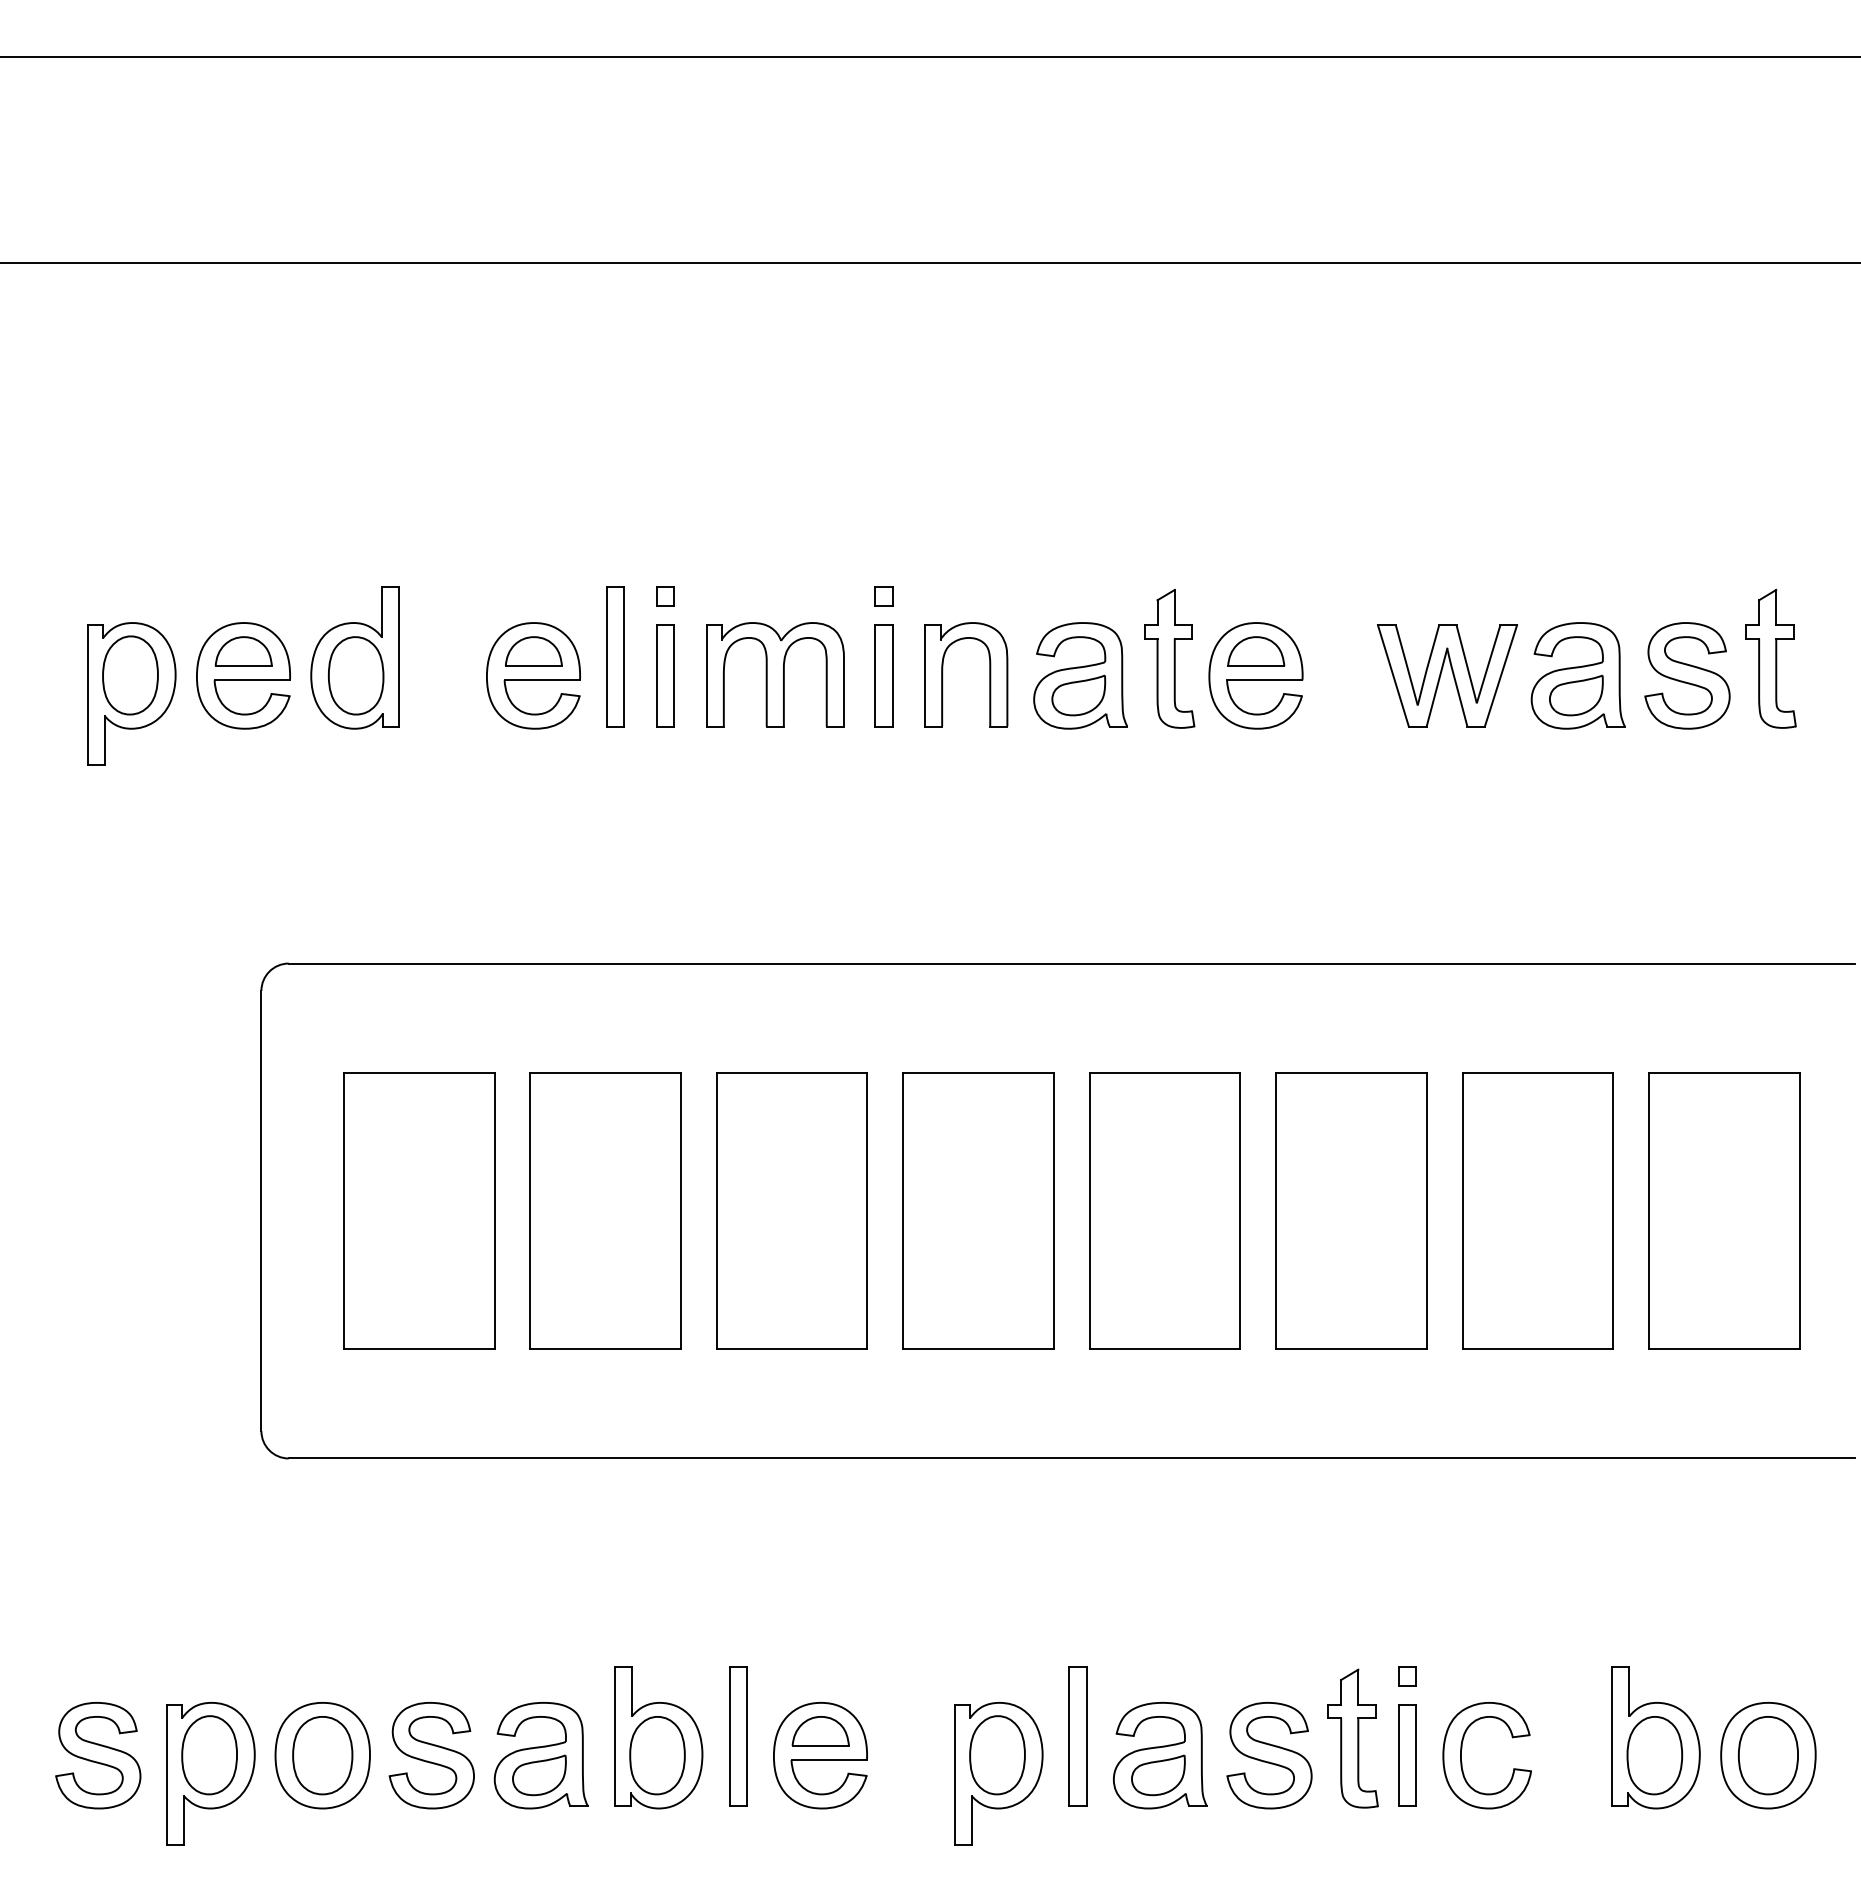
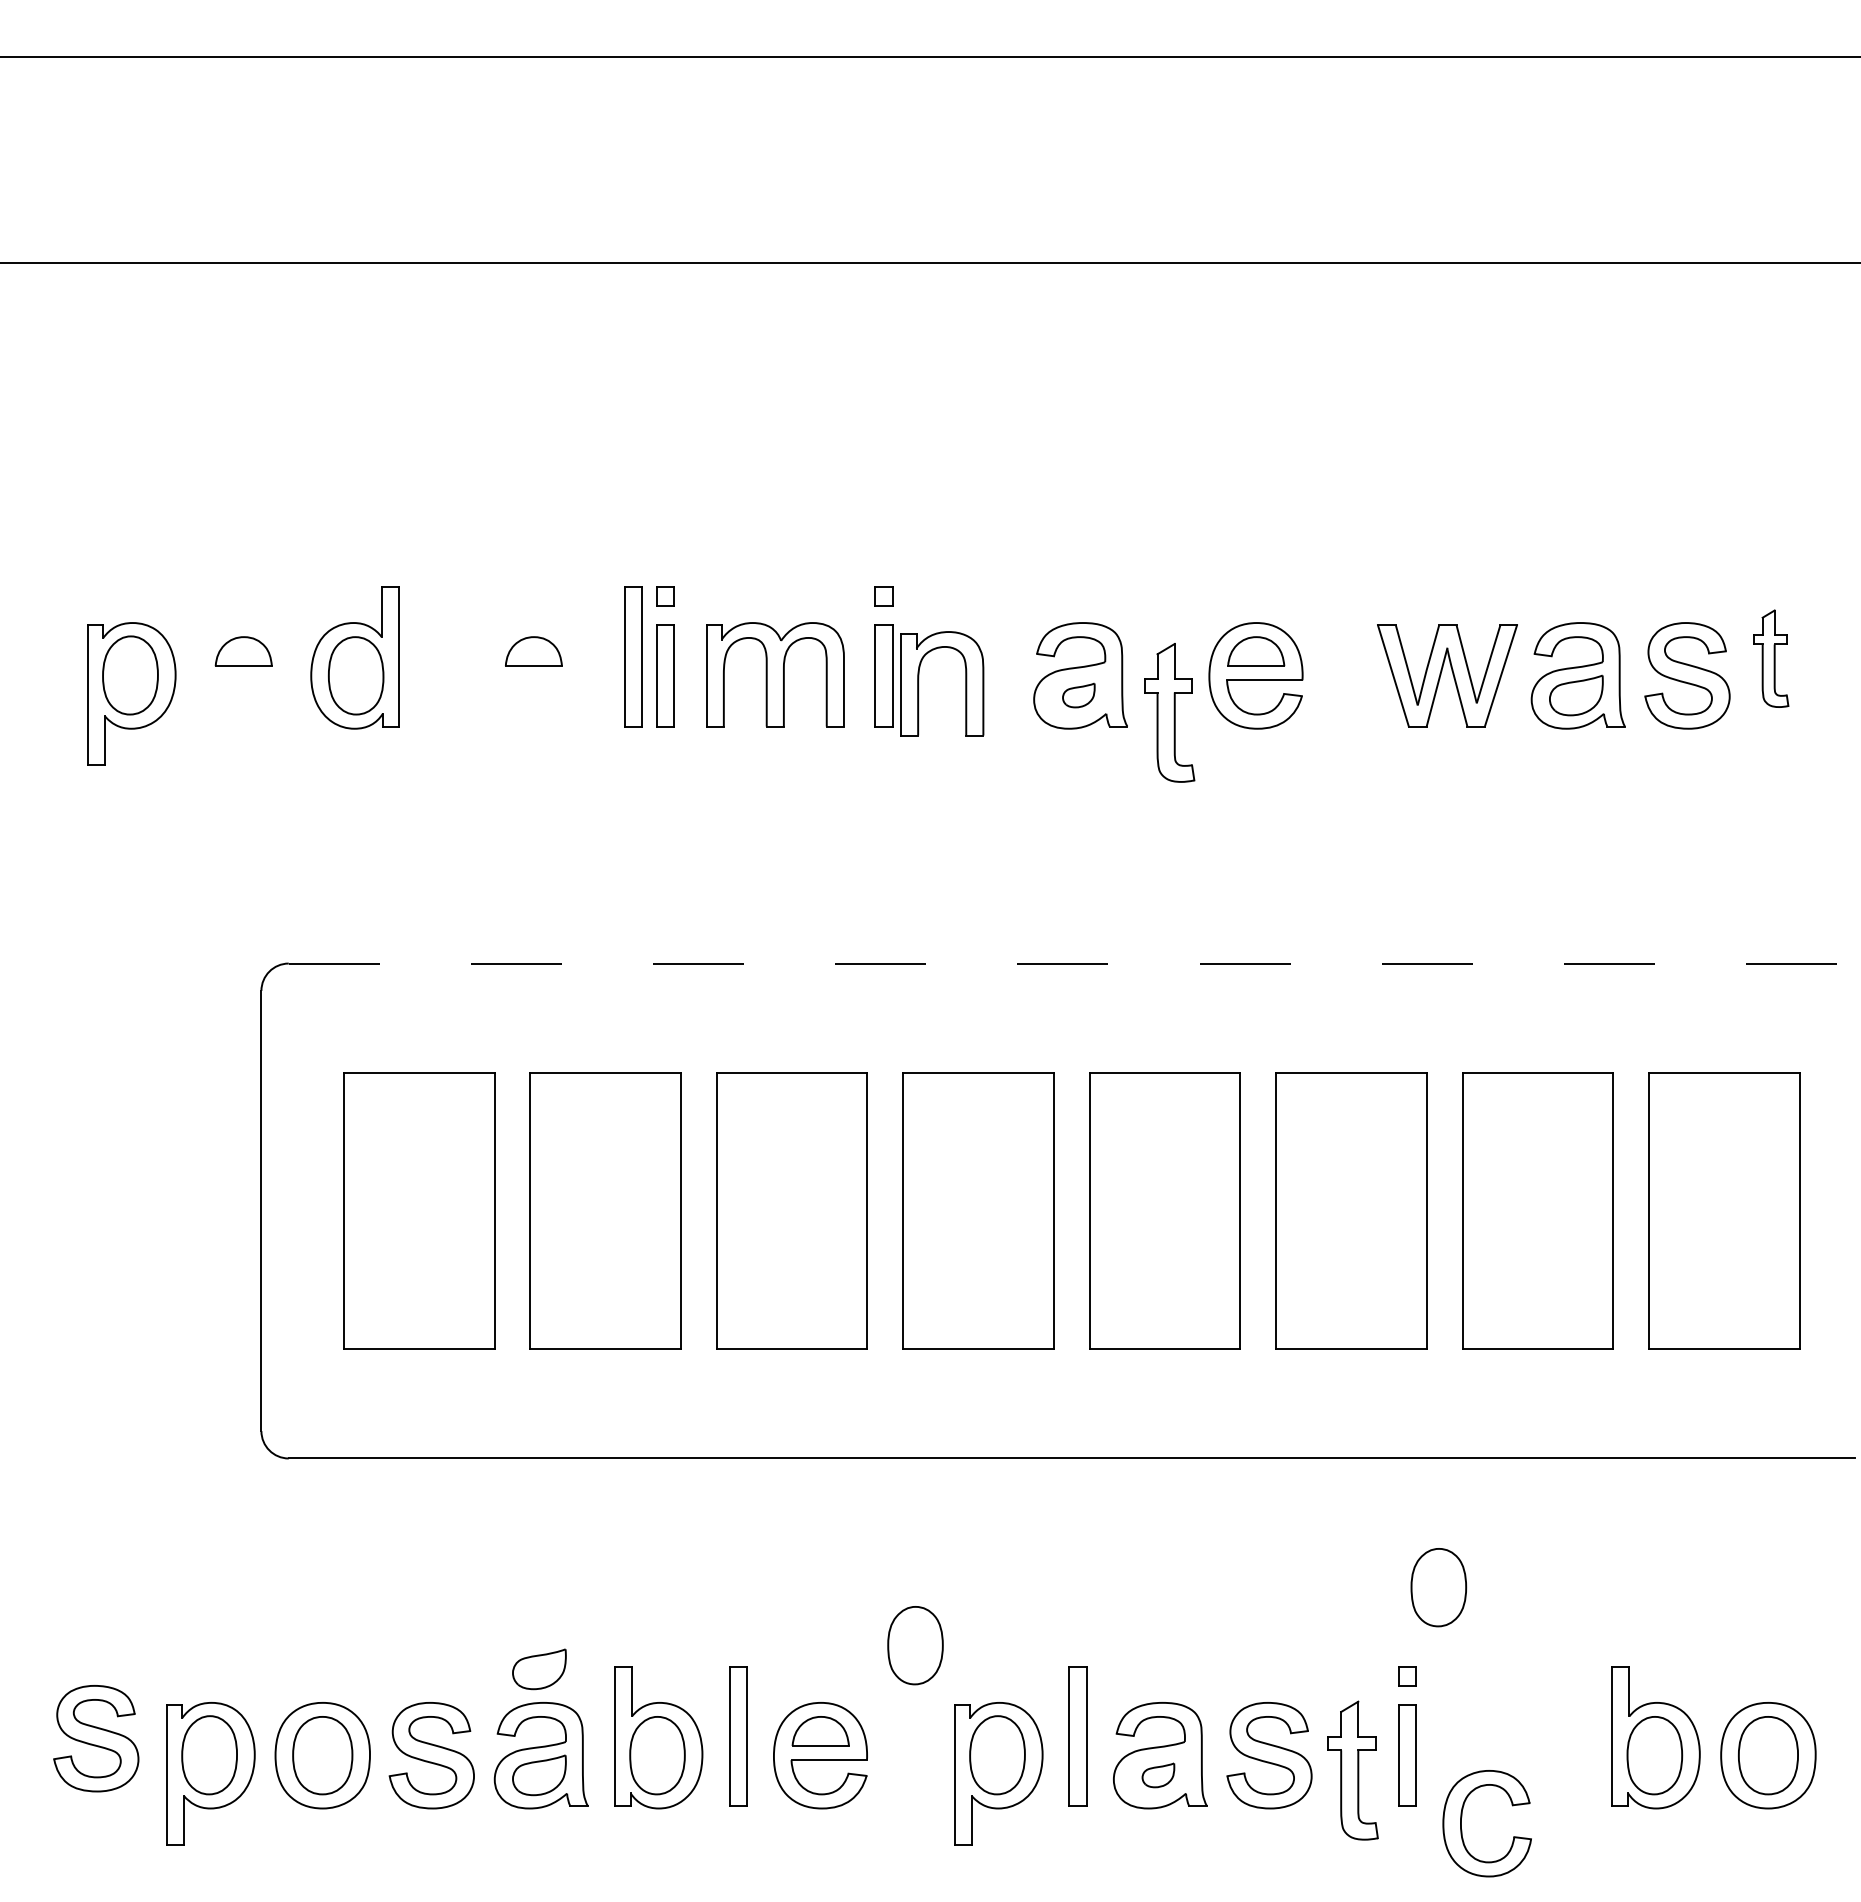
part at (615, 656) position: (615, 656) -> (633, 656)
part at (1169, 658) position: (1169, 658) -> (1169, 712)
part at (1770, 658) size: 52x141 px -> 37x99 px
part at (943, 674) position: (943, 674) -> (919, 683)
part at (243, 675): present -> none
part at (533, 675): present -> none
part at (1078, 695) size: 56x43 px -> 34x27 px
line at (1072, 963): solid -> dashed
part at (1438, 1587): none -> present
part at (915, 1645): none -> present
part at (539, 1669): none -> present
part at (1352, 1738) position: (1352, 1738) -> (1352, 1770)
part at (1462, 1749) position: (1462, 1749) -> (1462, 1817)
part at (98, 1755) position: (98, 1755) -> (96, 1738)
part at (1158, 1775) size: 55x43 px -> 35x27 px
